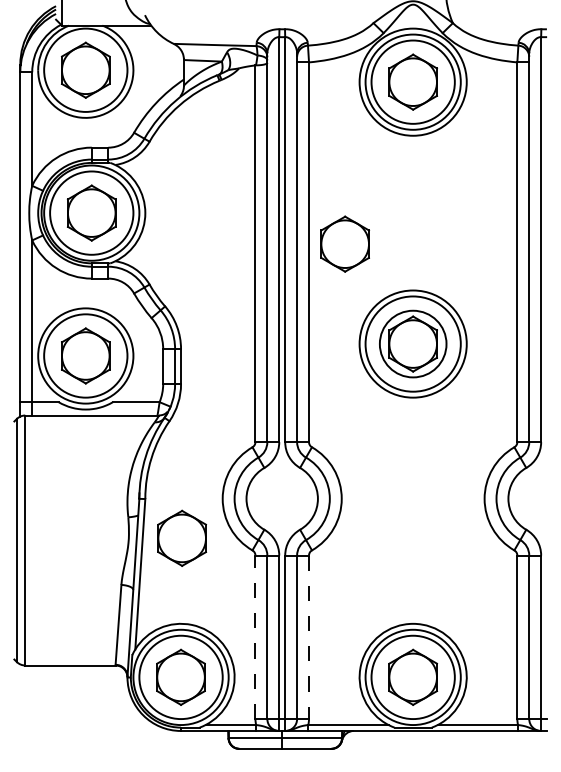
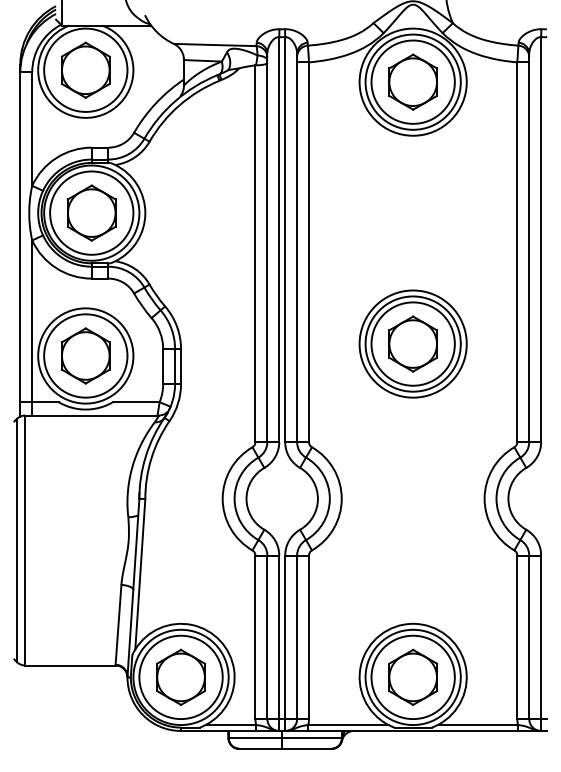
part at (344, 243): present -> none
circle at (412, 343) diameter: 67 px -> 83 px
part at (181, 537): present -> none
line at (255, 637): dashed -> solid
line at (309, 637): dashed -> solid
